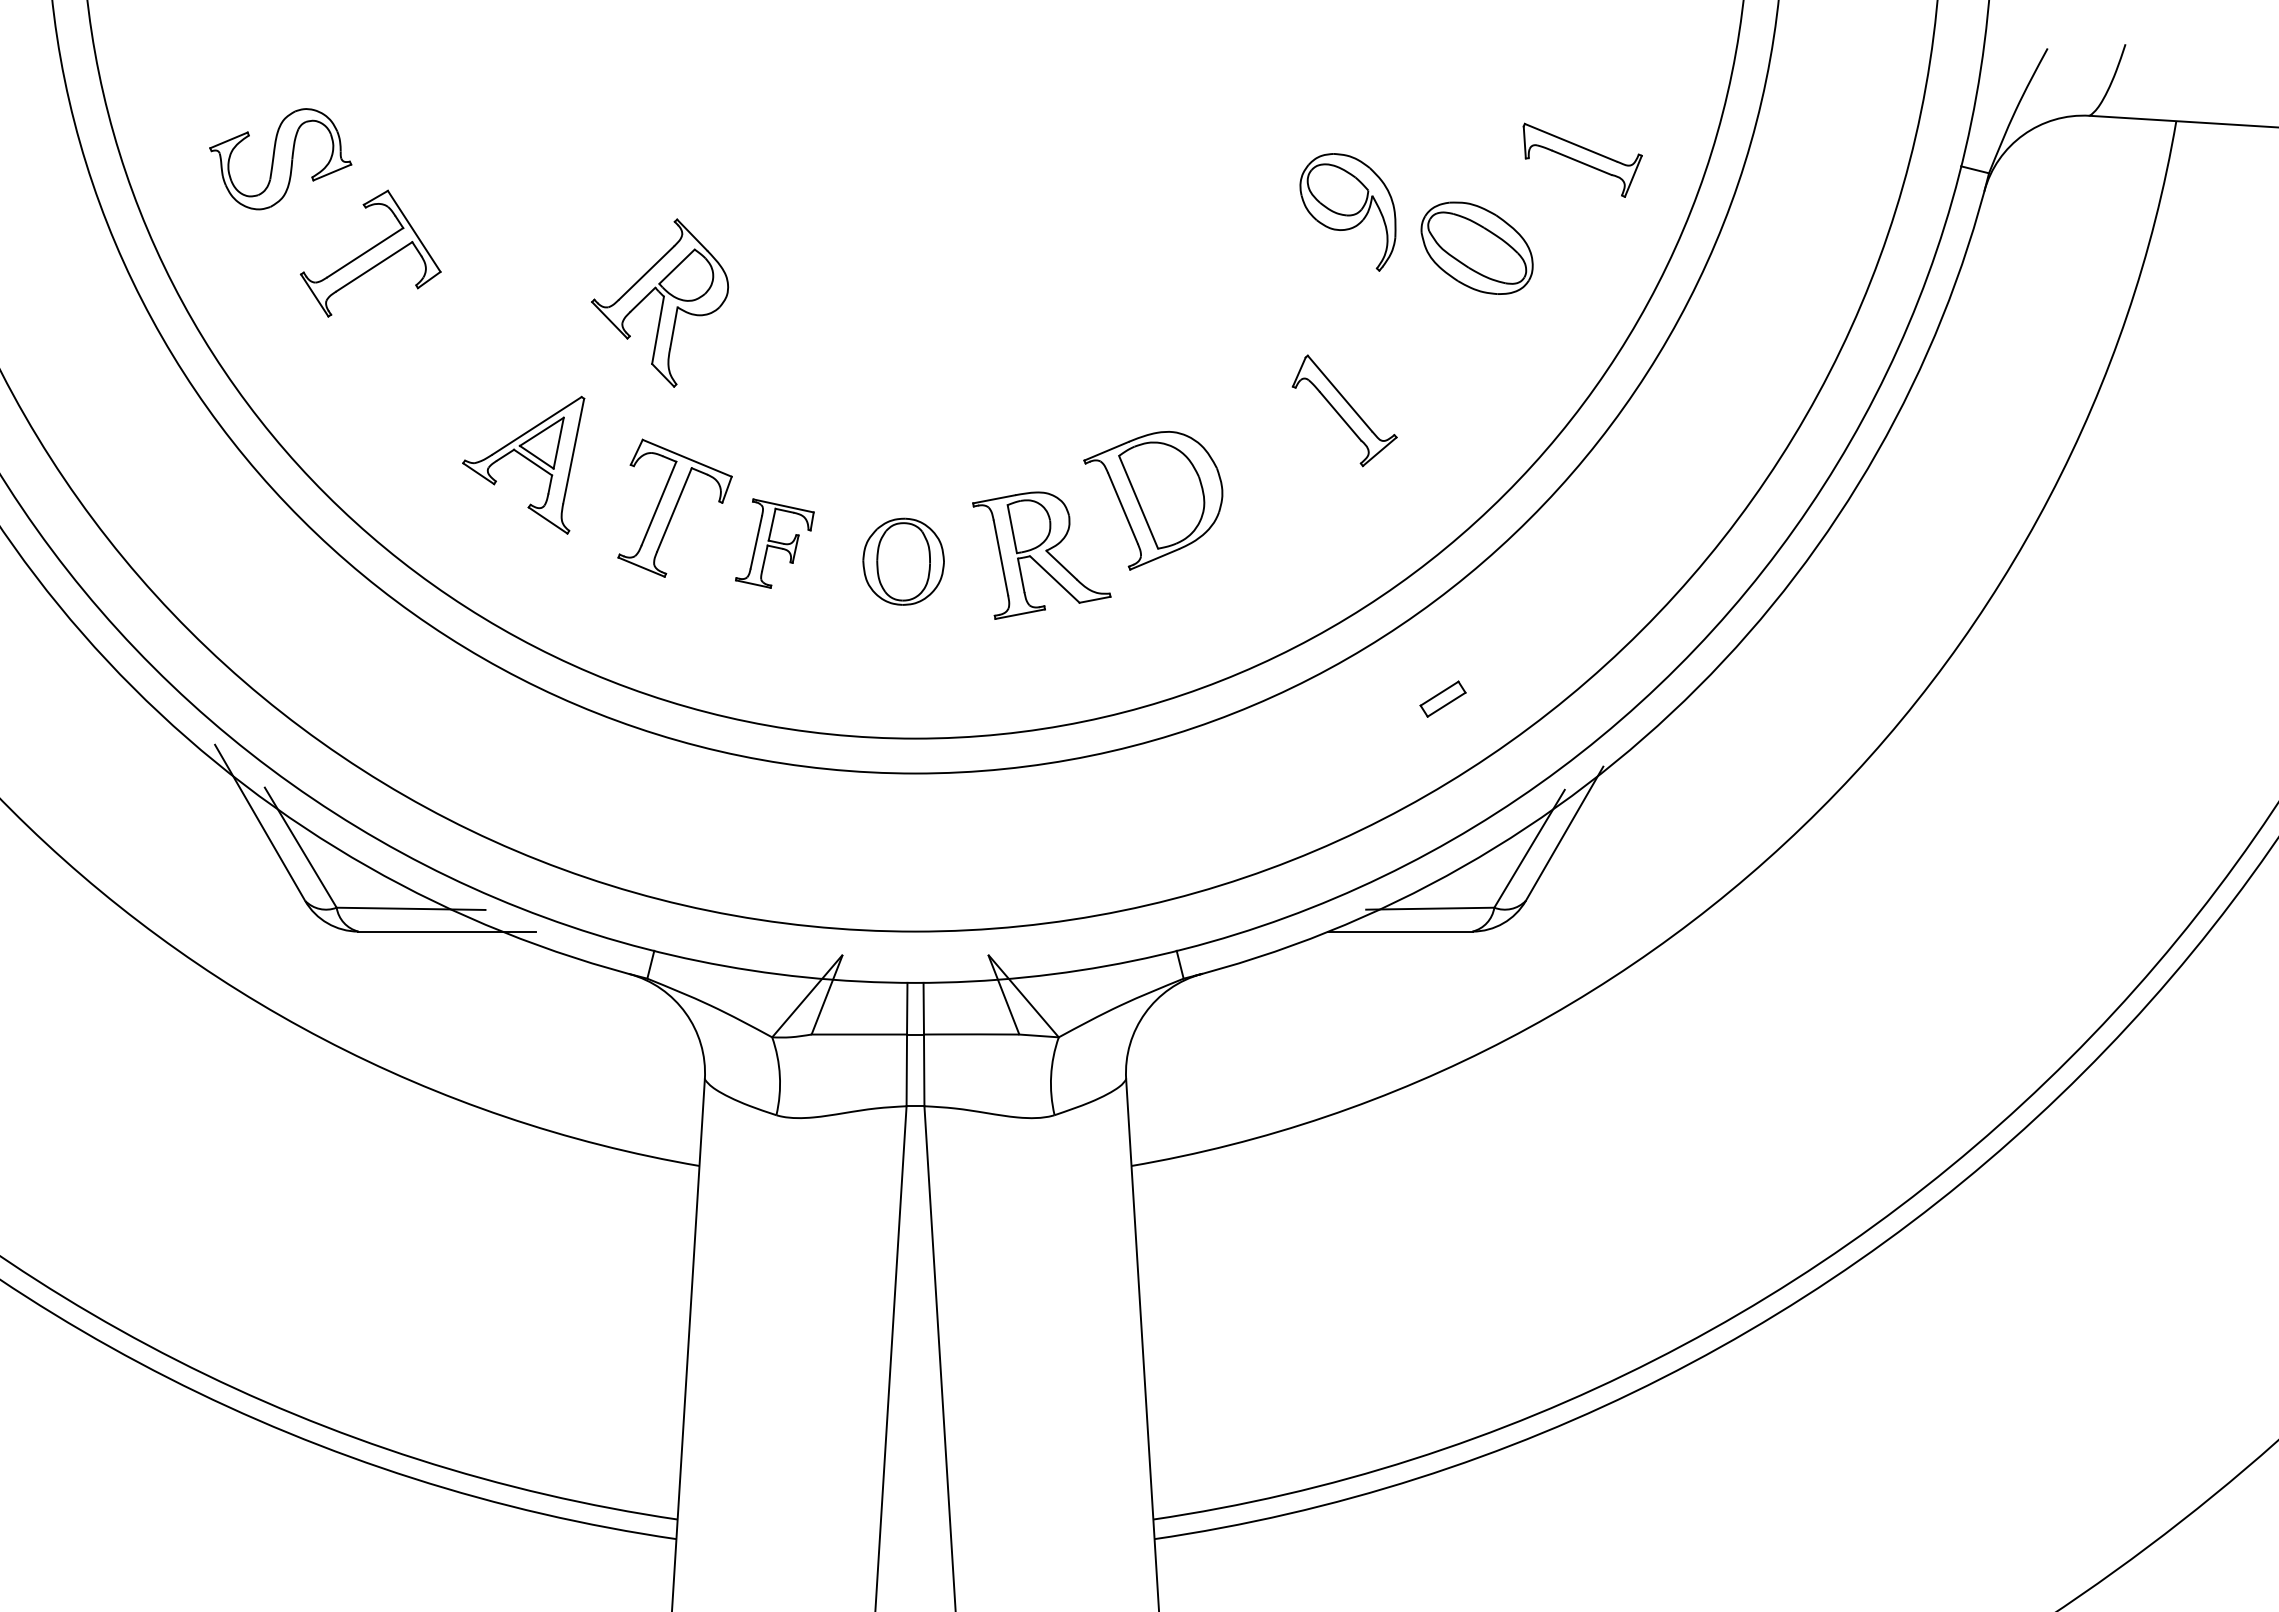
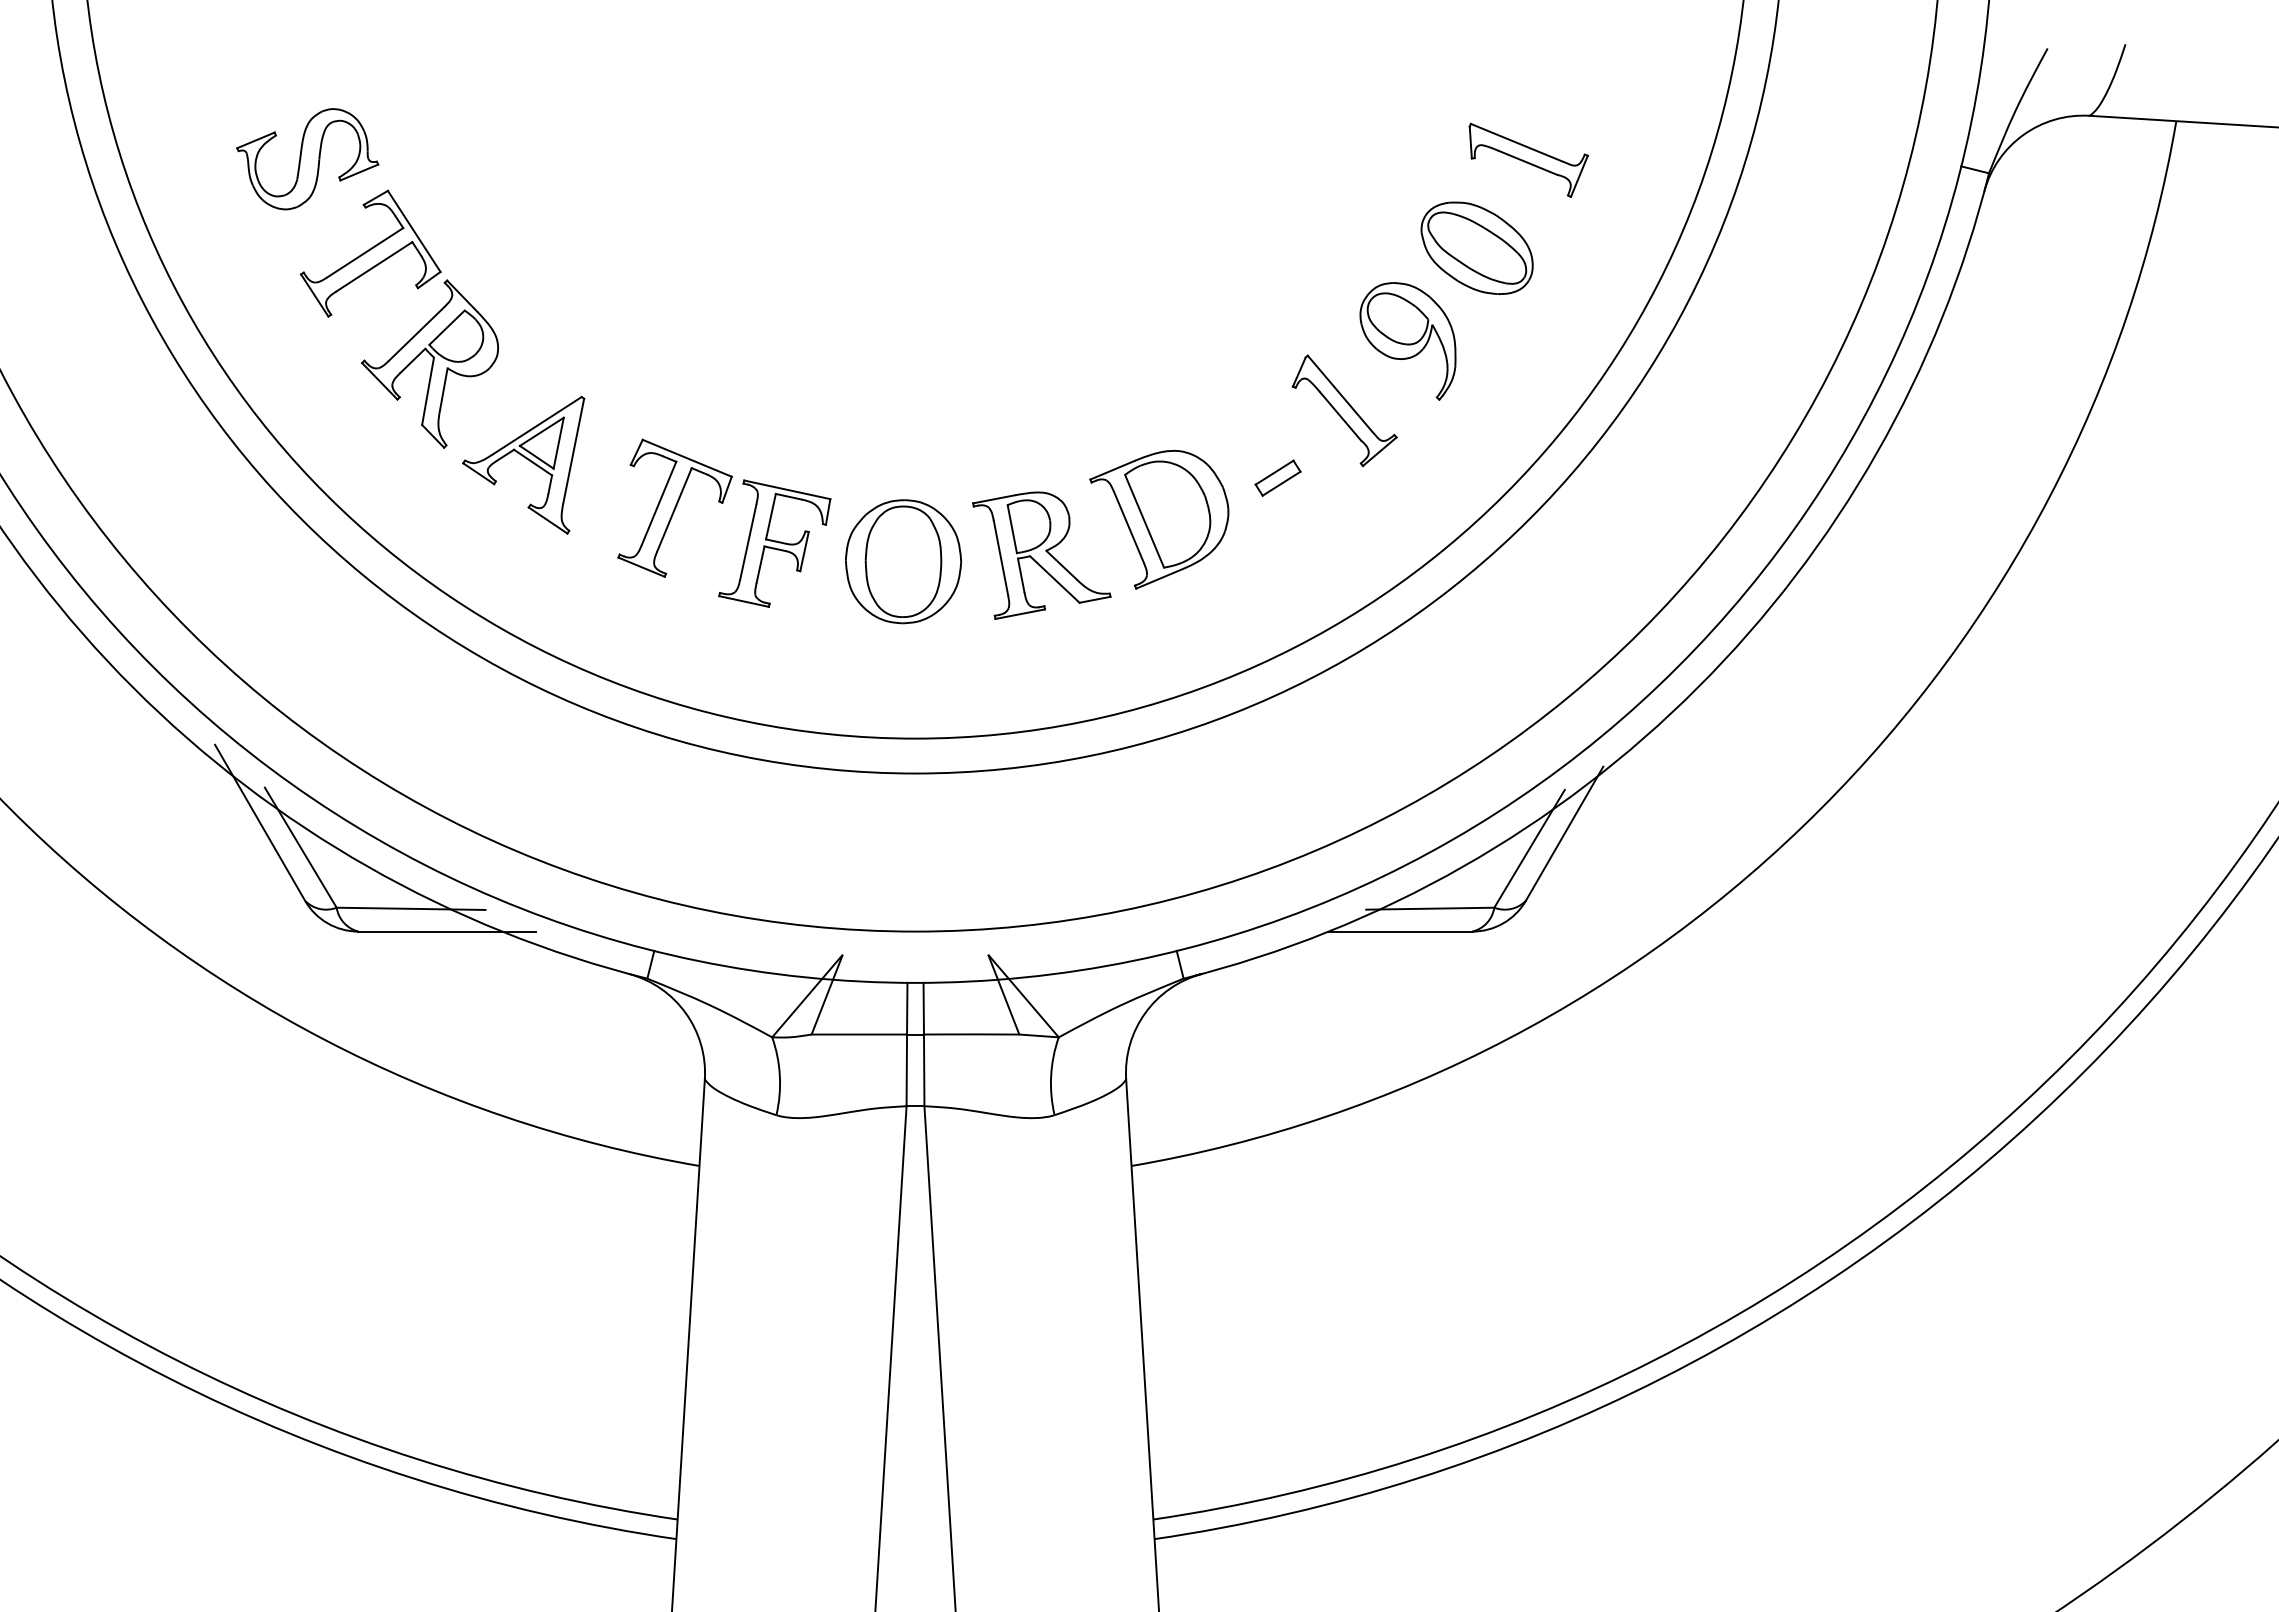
part at (280, 159) position: (280, 159) -> (307, 159)
part at (1582, 159) position: (1582, 159) -> (1528, 159)
part at (1347, 212) position: (1347, 212) -> (1407, 341)
part at (660, 302) position: (660, 302) -> (430, 363)
part at (1153, 500) position: (1153, 500) -> (1159, 519)
part at (774, 543) size: 80x91 px -> 114x129 px
part at (903, 561) size: 83x89 px -> 118x126 px
part at (1442, 698) position: (1442, 698) -> (1277, 477)
